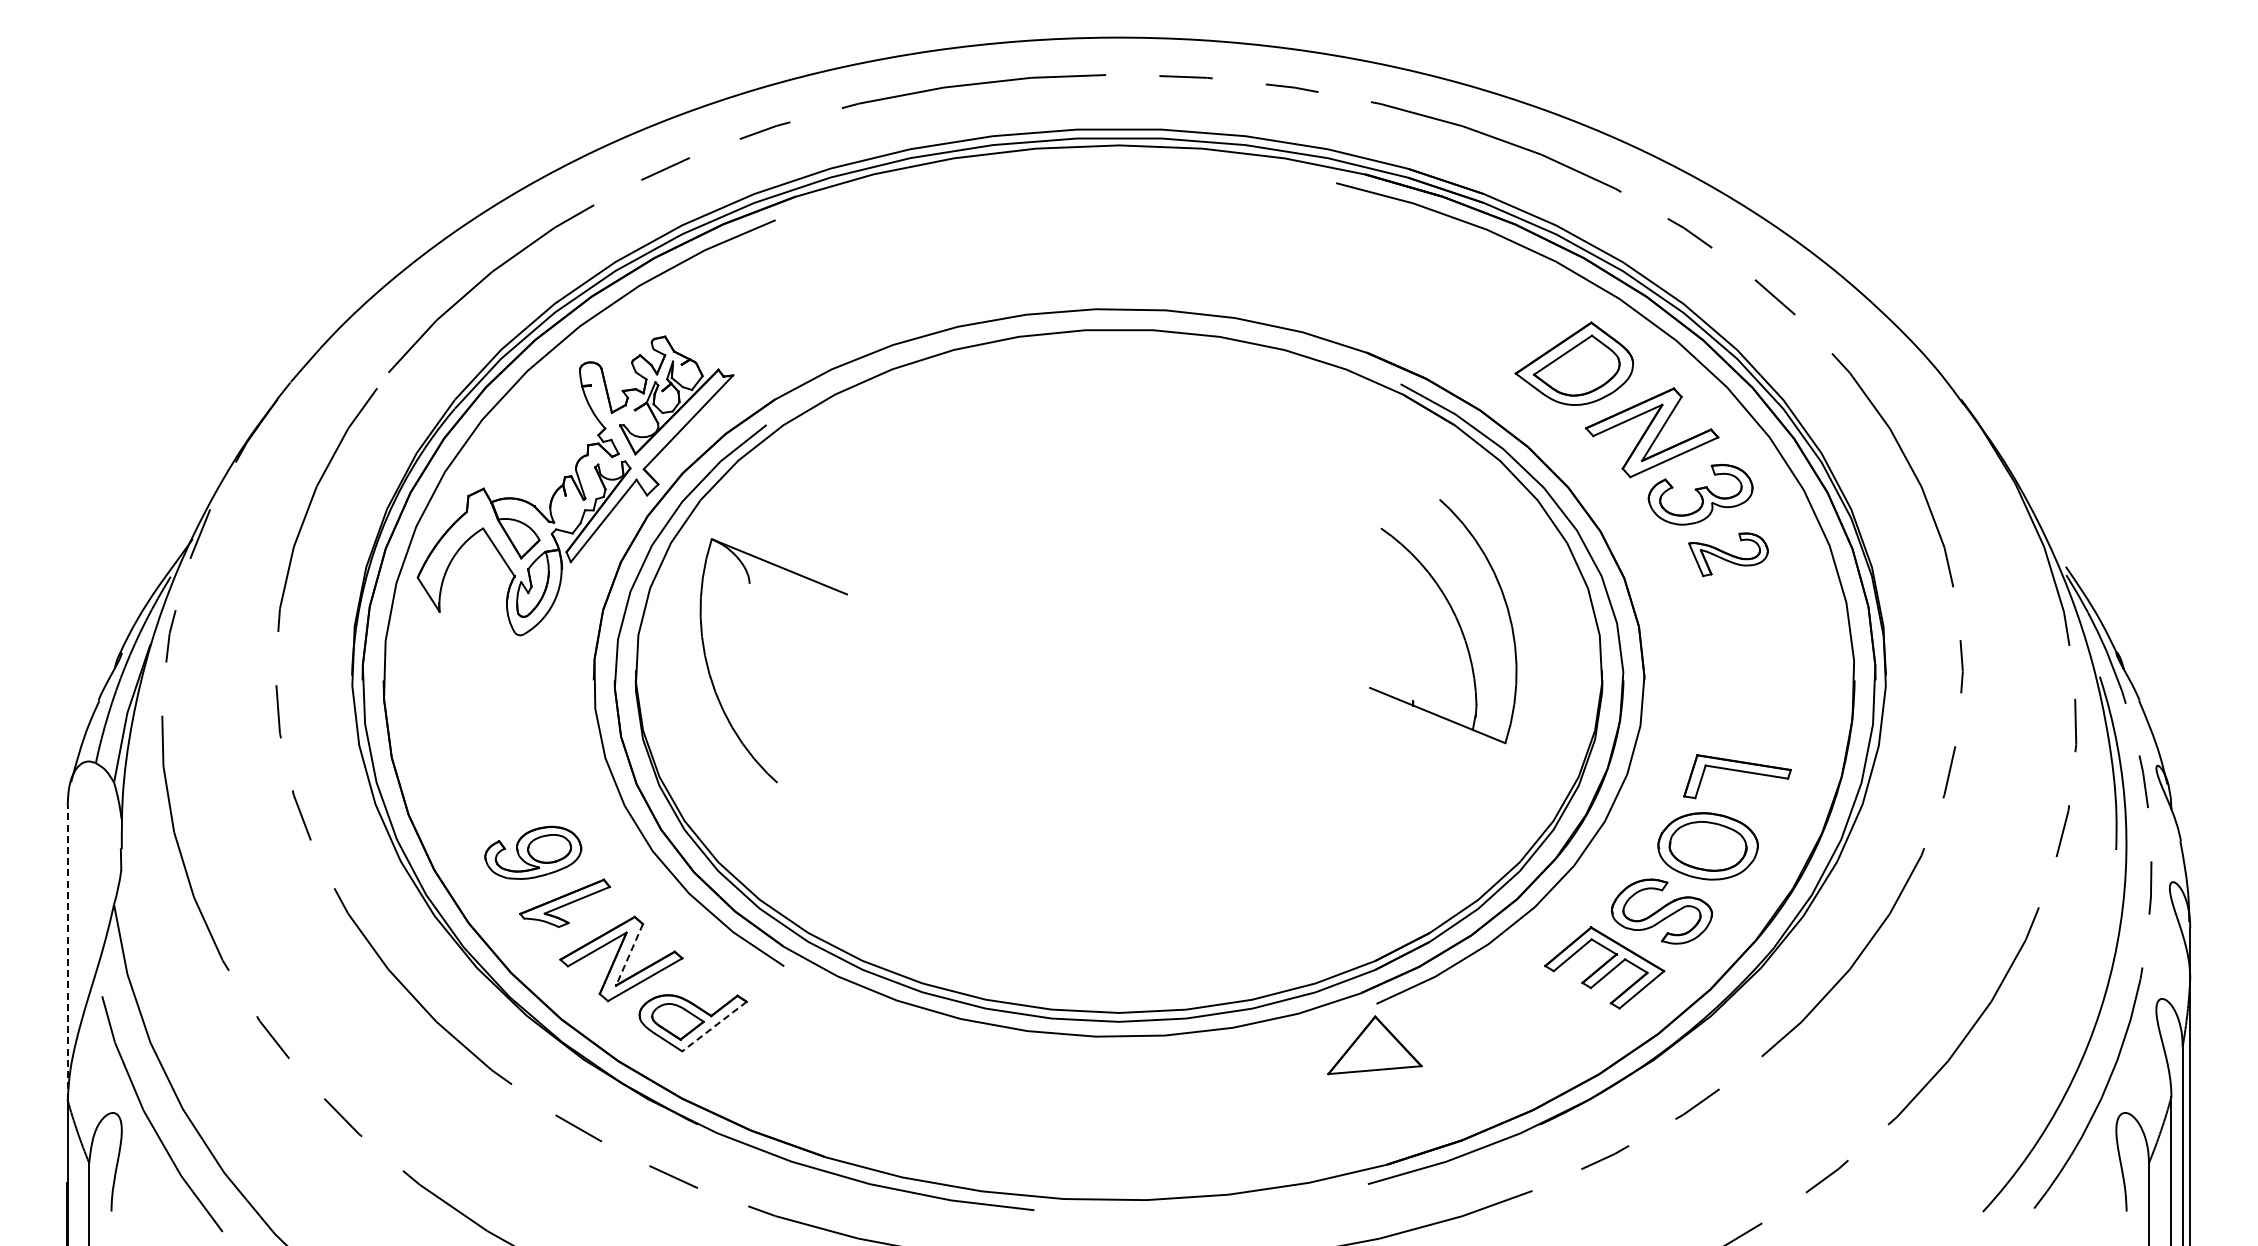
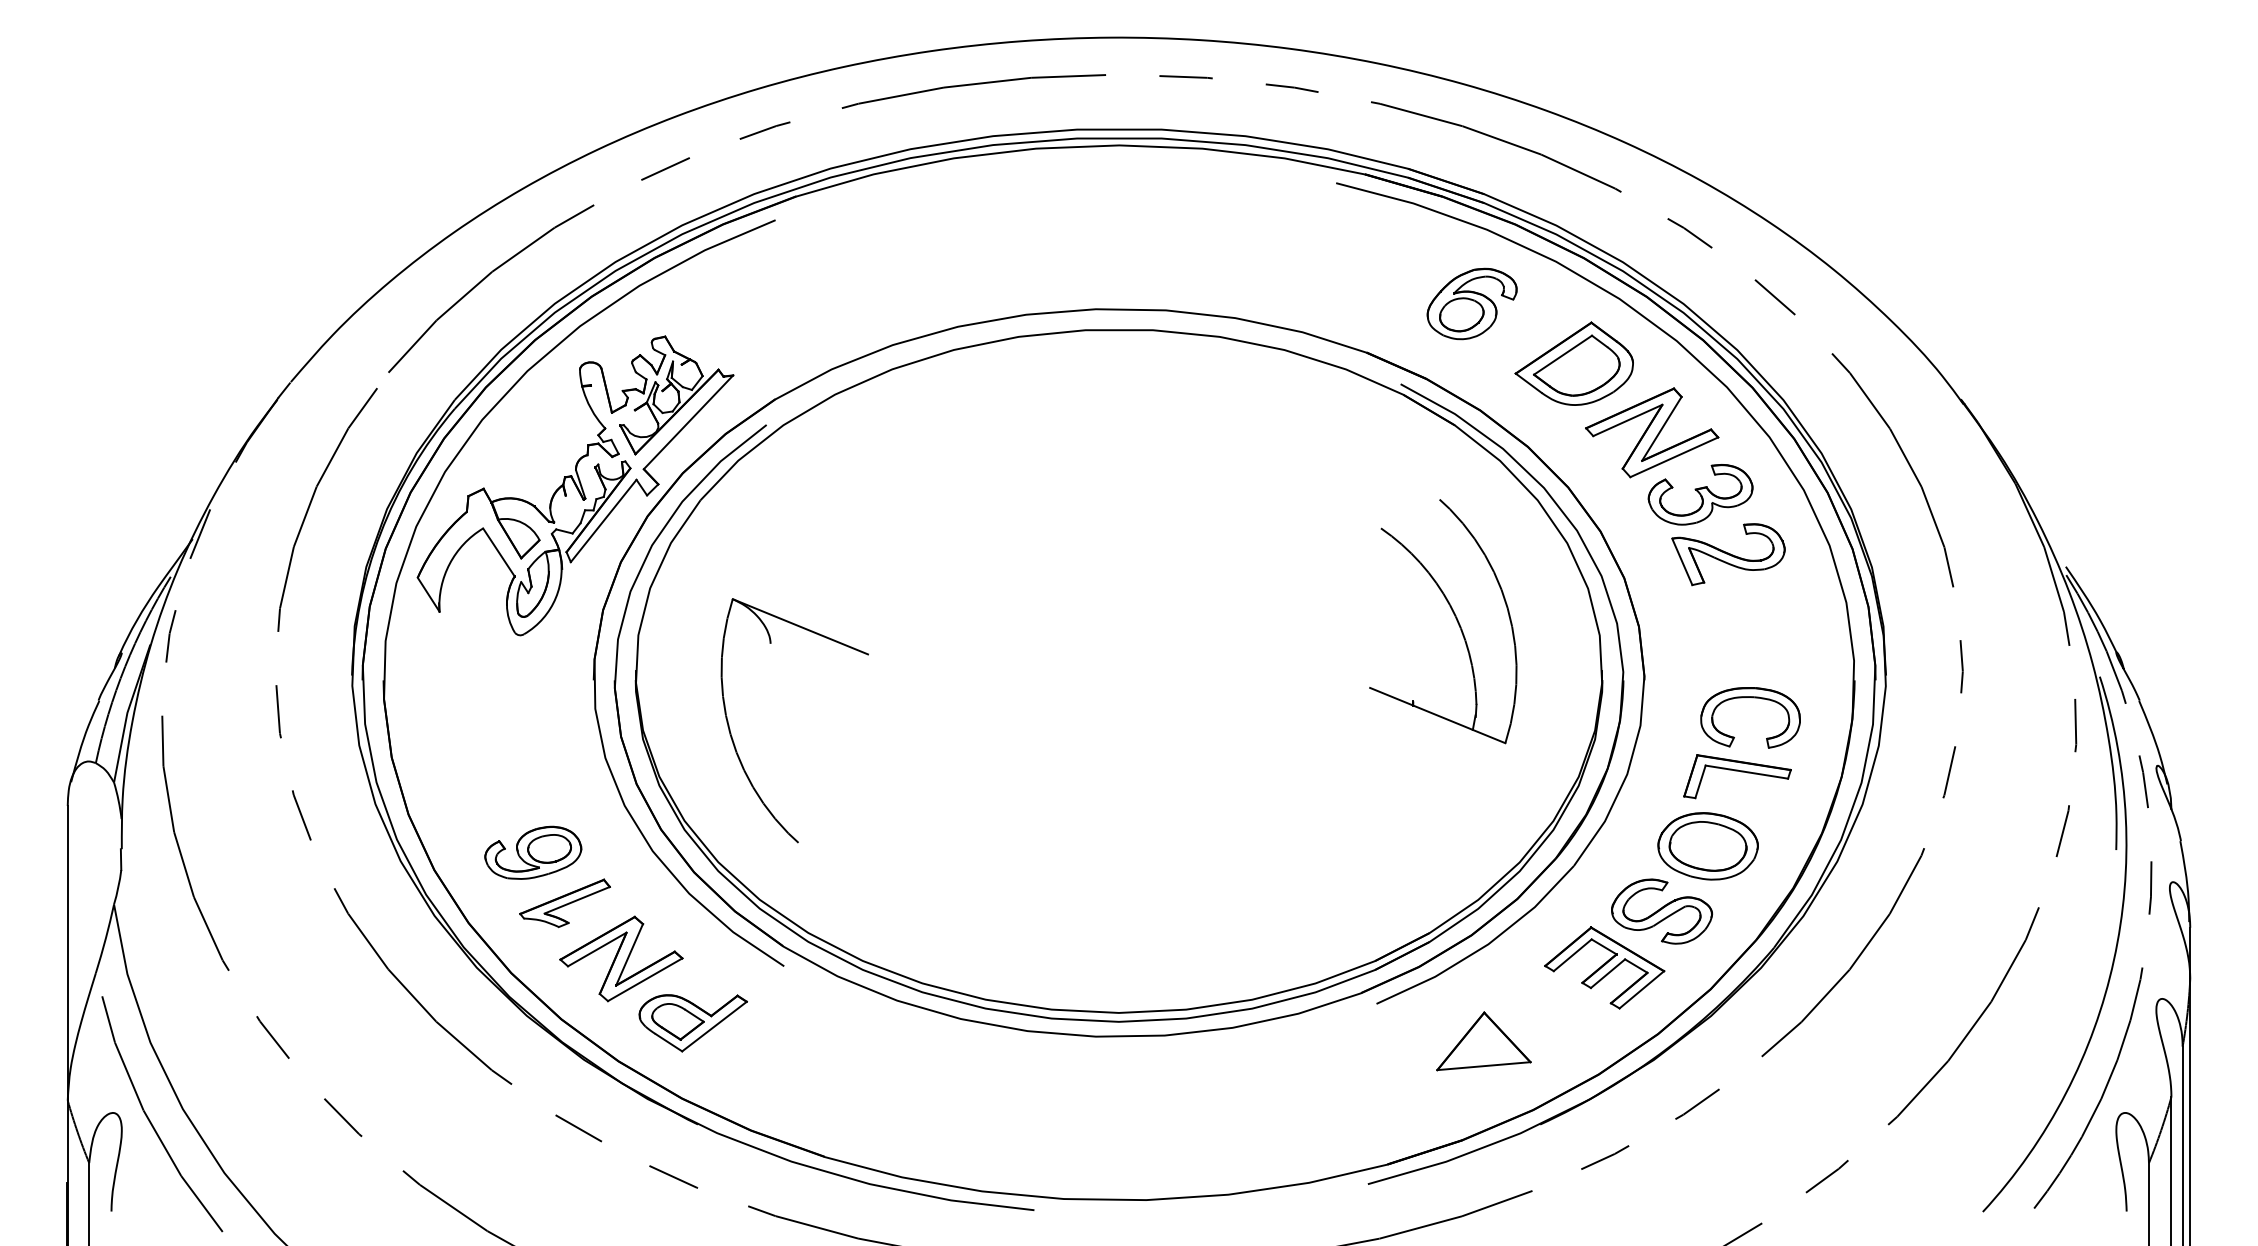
part at (1471, 303): none -> present
part at (1728, 554) size: 81x46 px -> 115x64 px
part at (712, 679) position: (712, 679) -> (733, 739)
part at (1752, 698): none -> present
line at (67, 952): dashed -> solid
line at (629, 955): dashed -> solid
line at (714, 1026): dashed -> solid
part at (1374, 1045) position: (1374, 1045) -> (1483, 1041)
